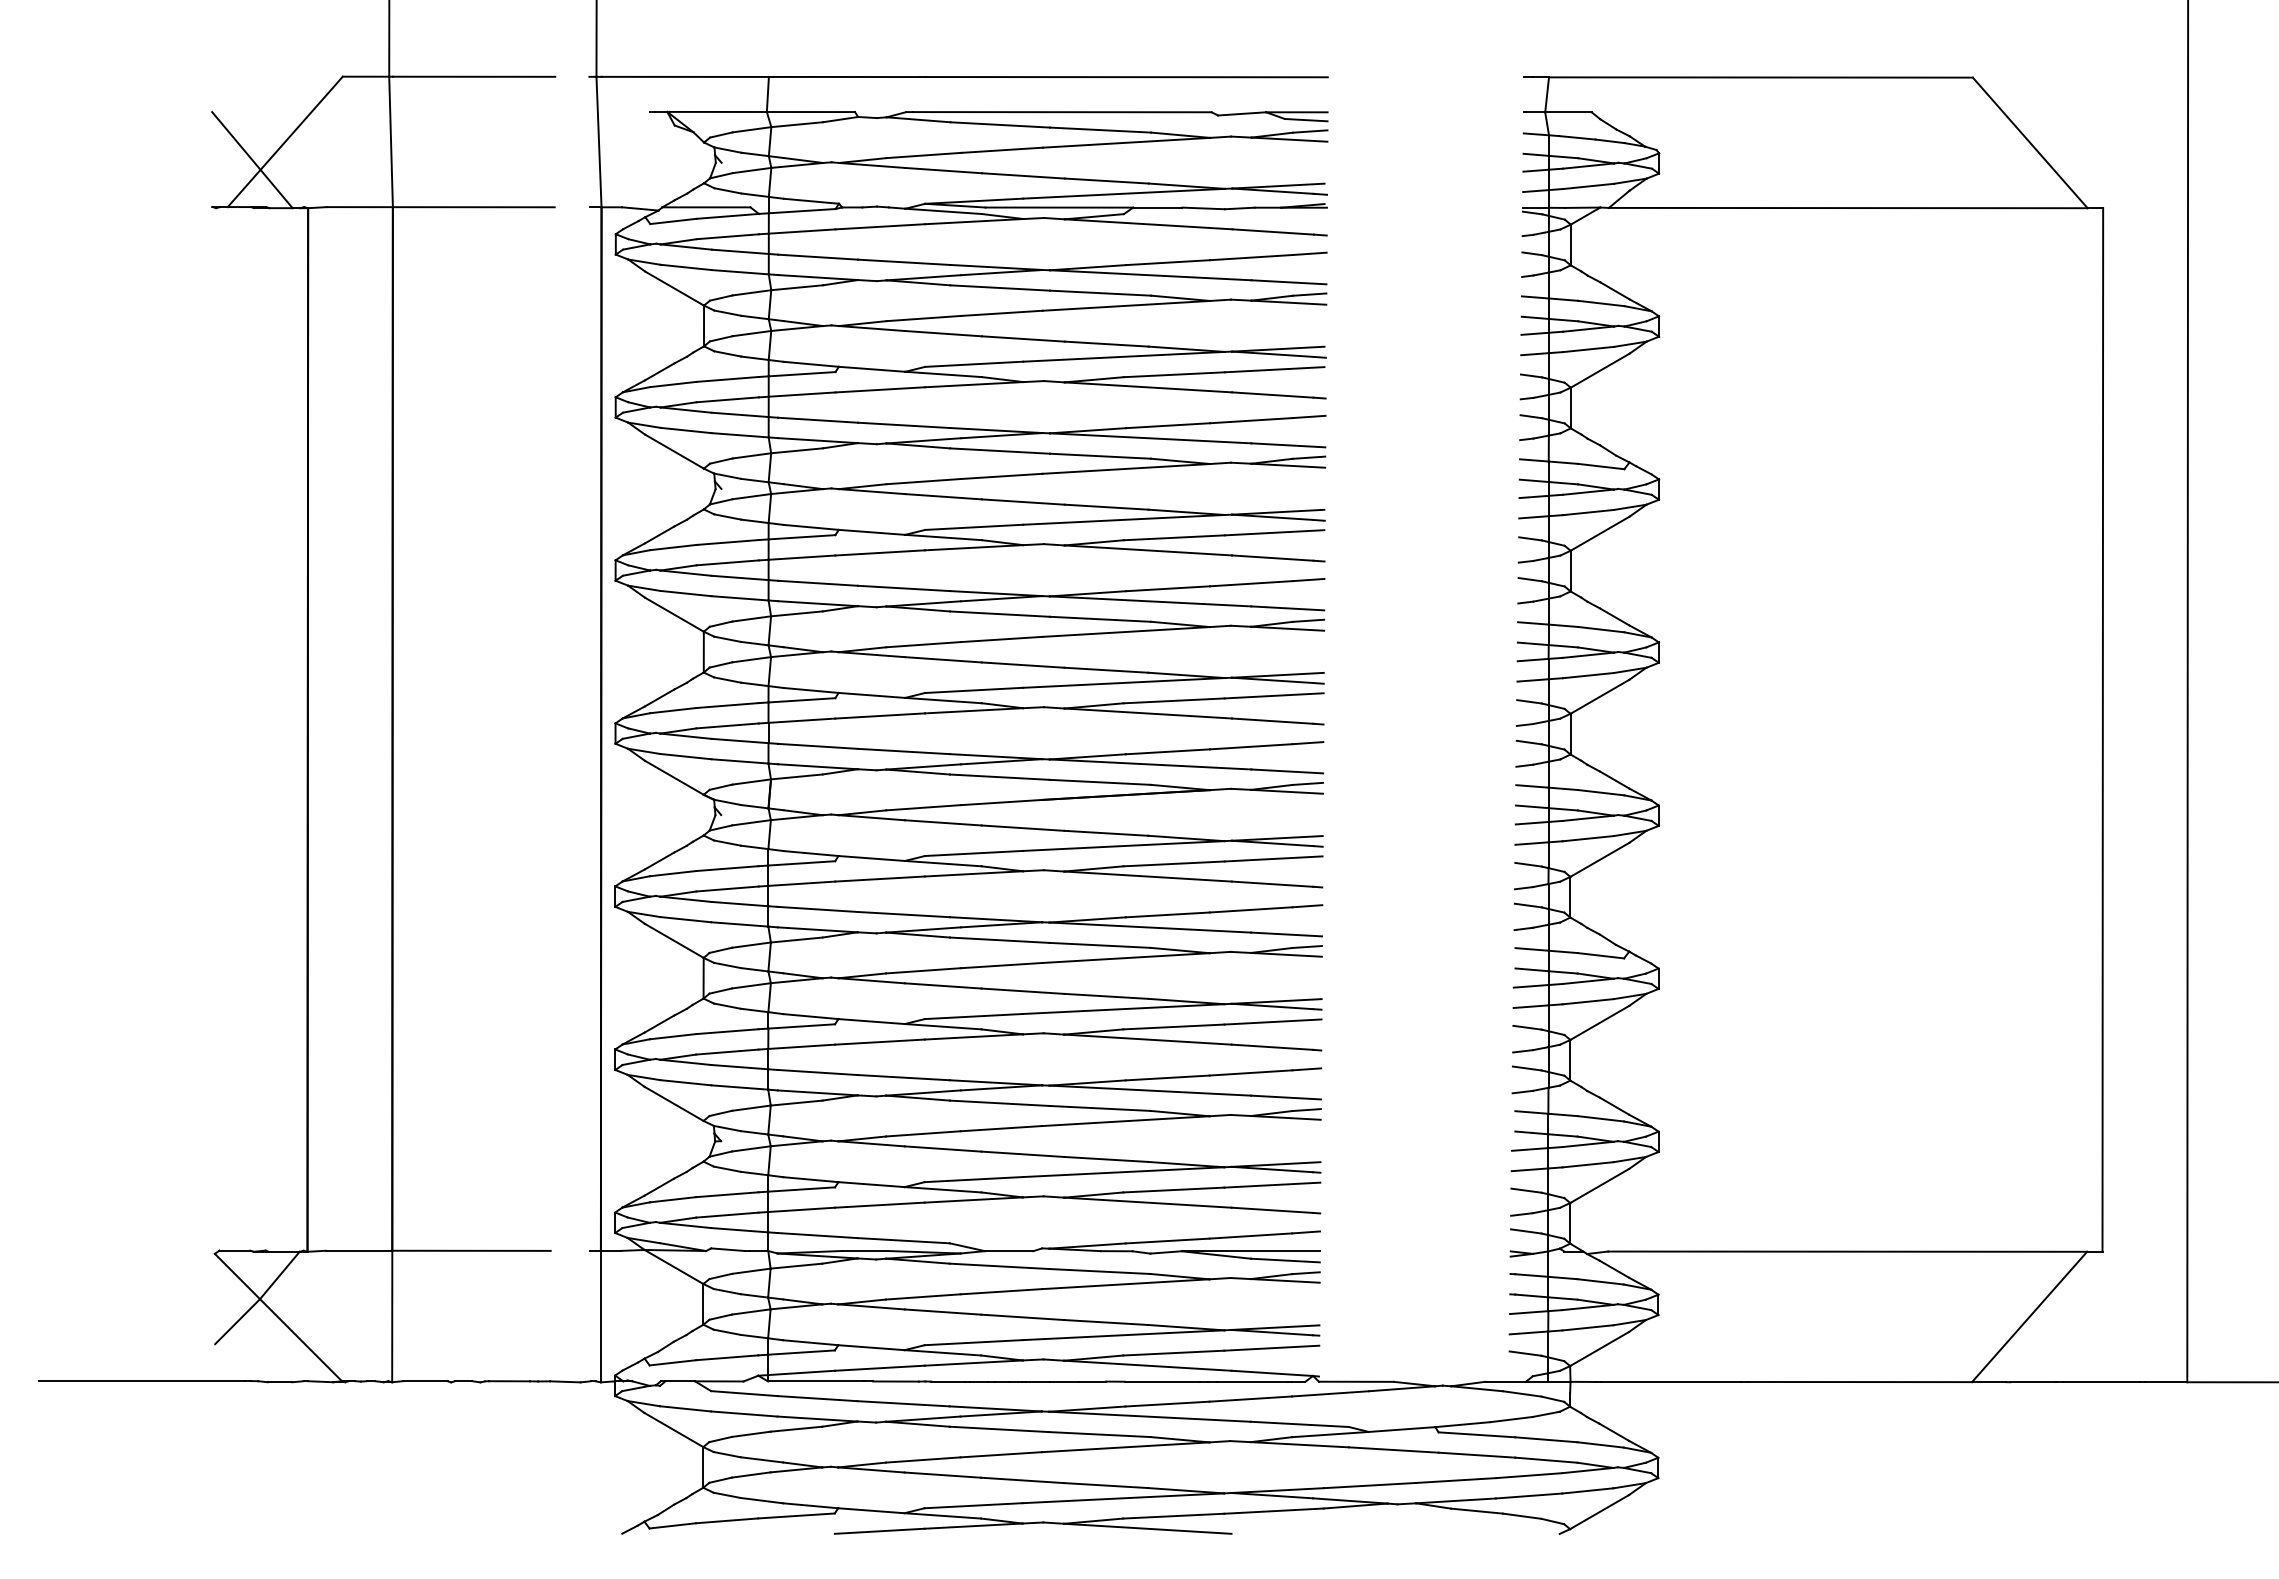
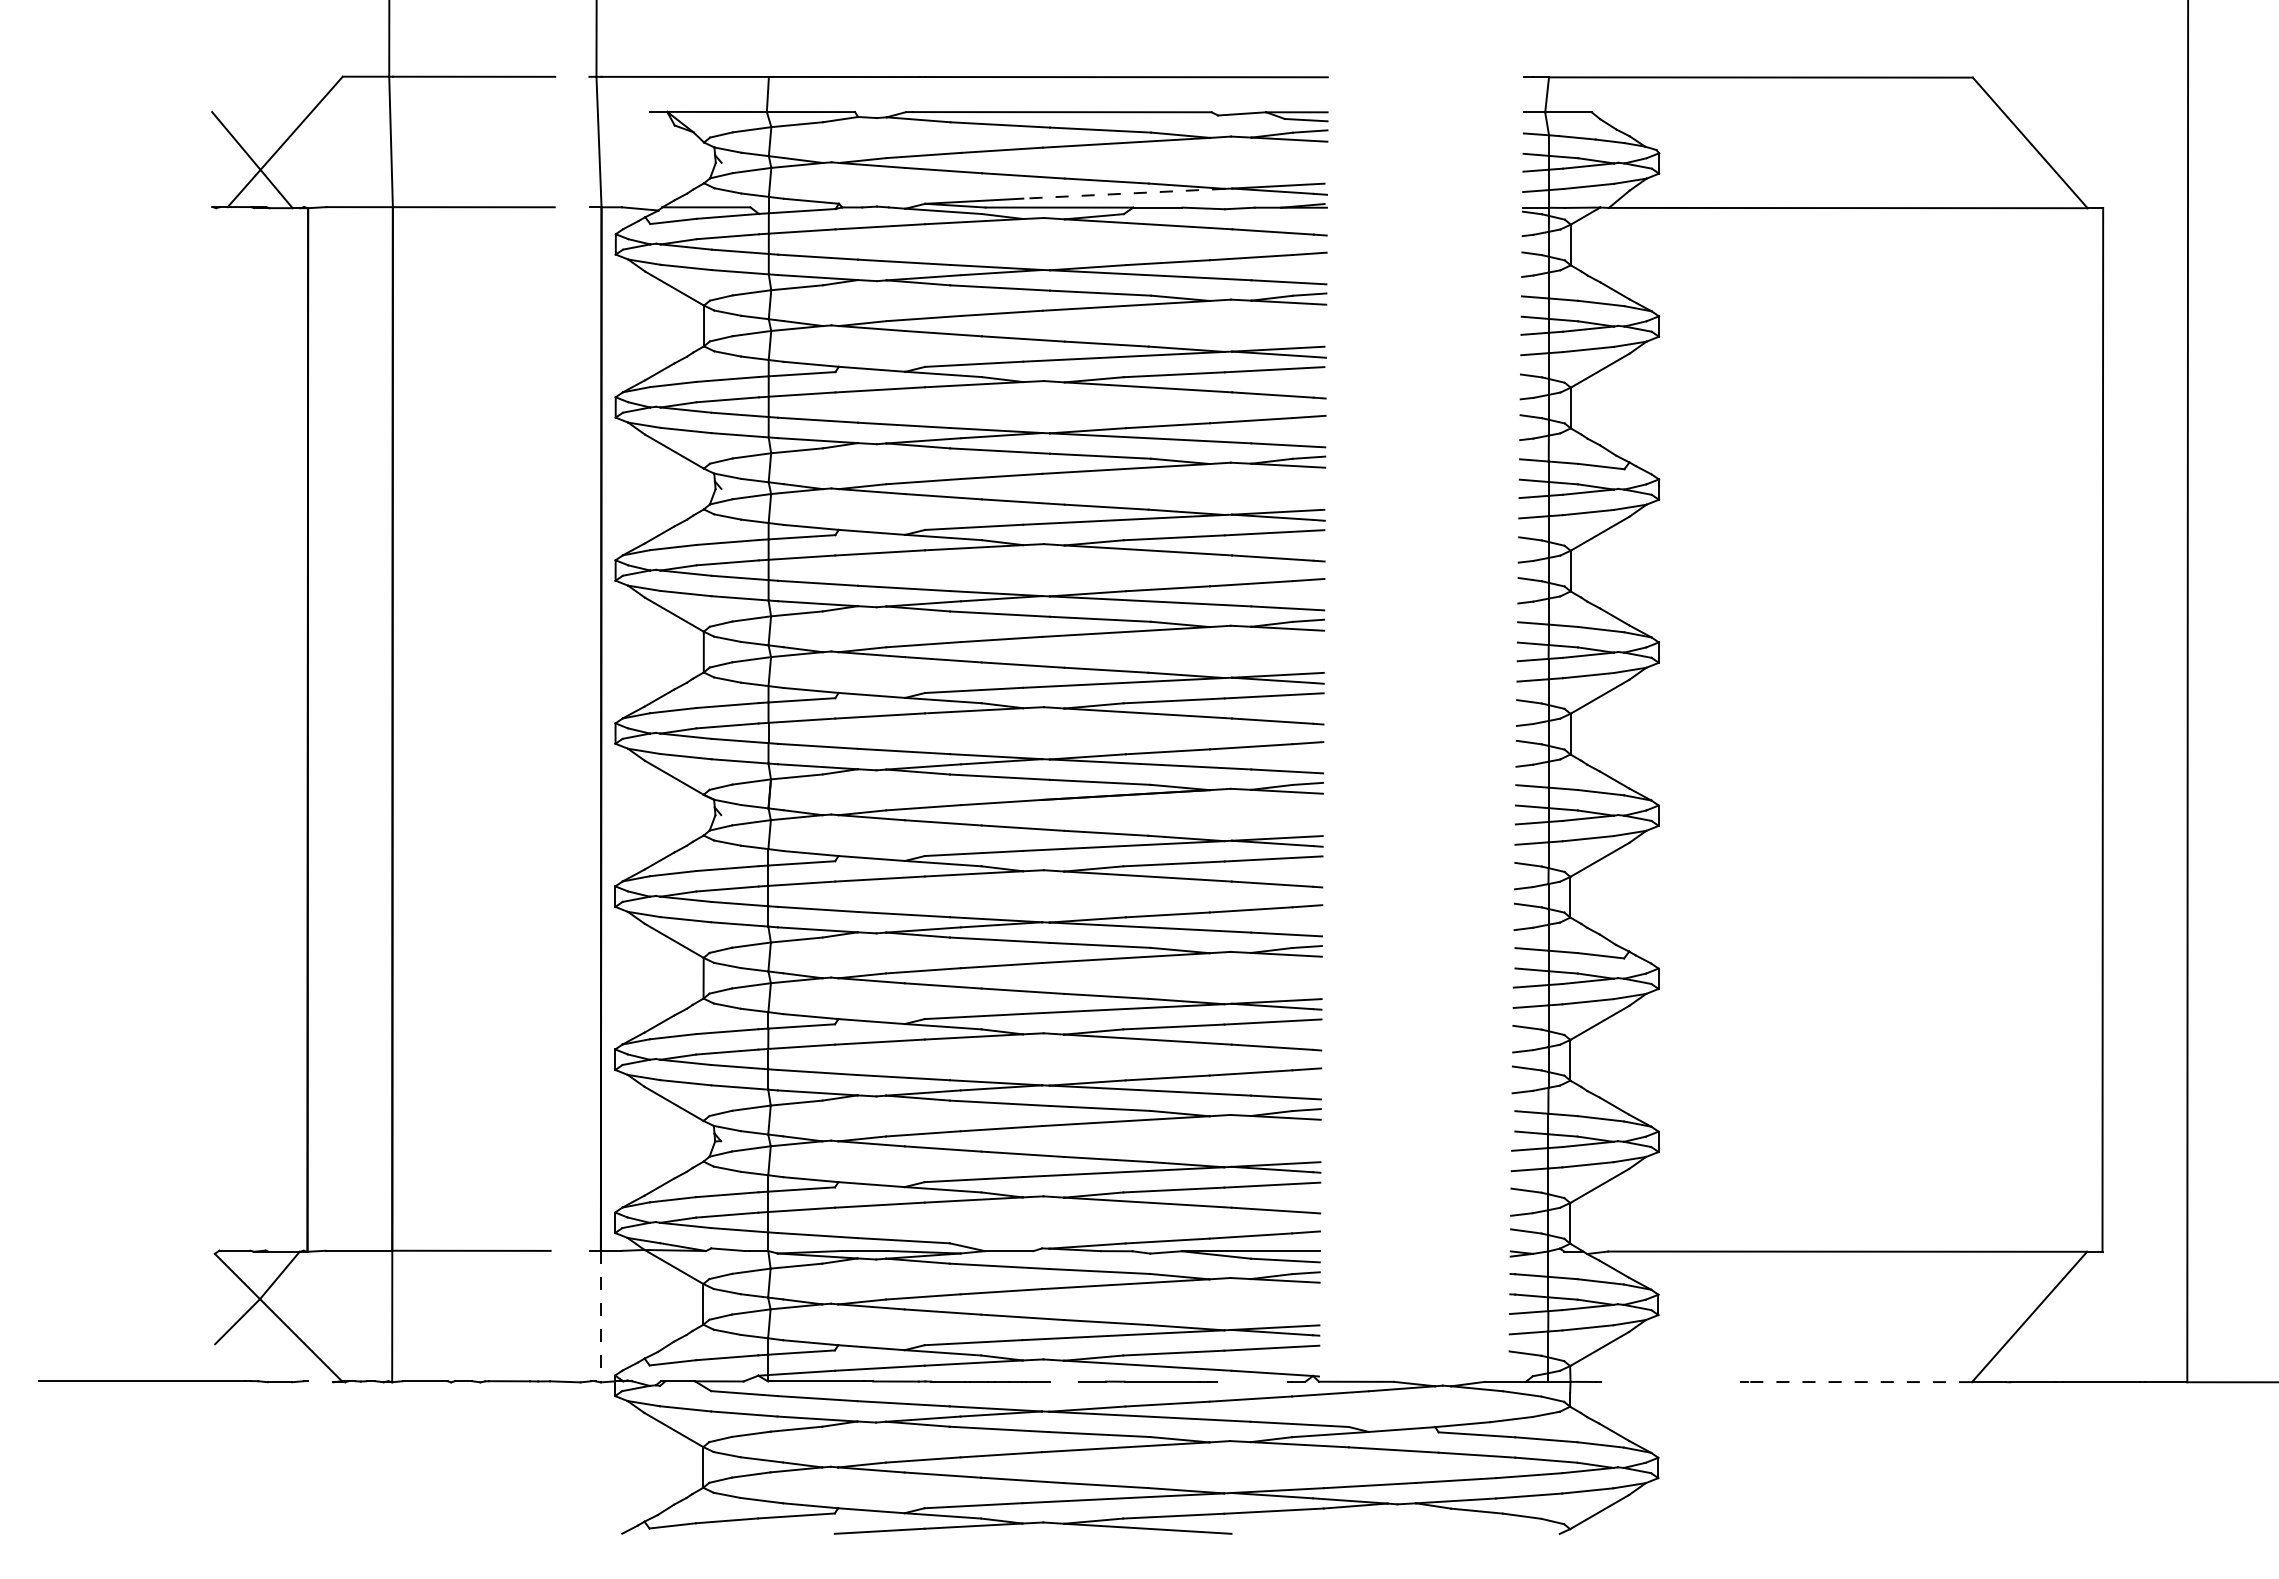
line at (1124, 193): solid -> dashed
line at (600, 1316): solid -> dashed
line at (320, 1381): present -> none
line at (1064, 1381): present -> none
line at (1251, 1381): present -> none
line at (1670, 1381): present -> none
line at (1860, 1382): solid -> dashed
